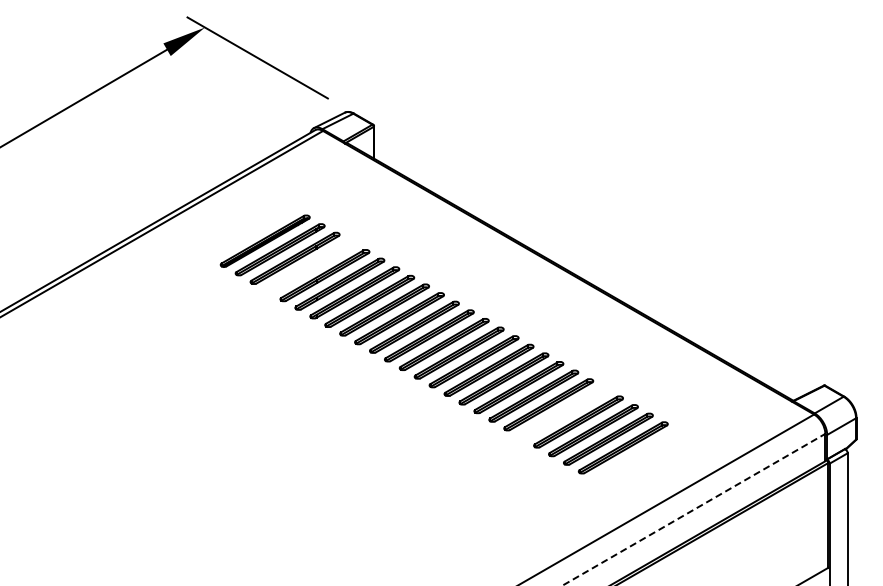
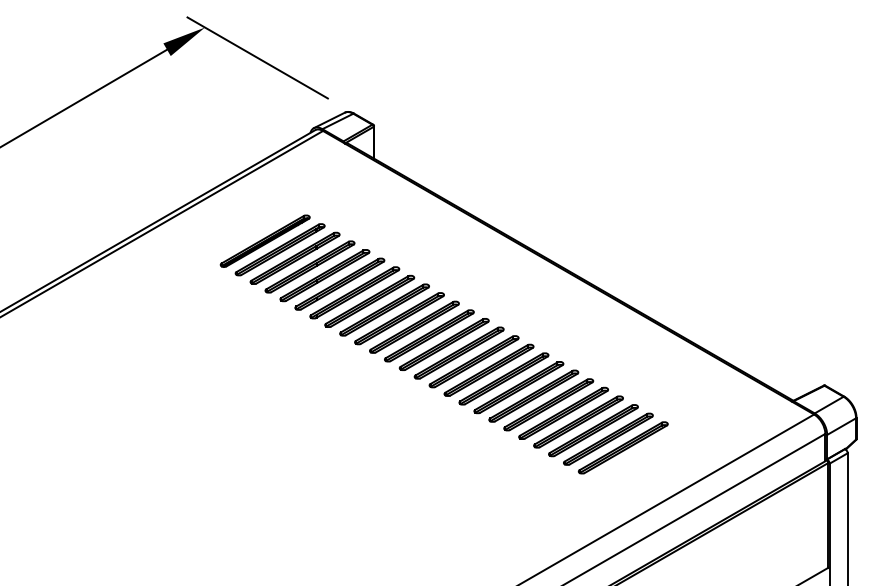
part at (309, 266): none -> present
part at (563, 412): none -> present
line at (693, 509): dashed -> solid
